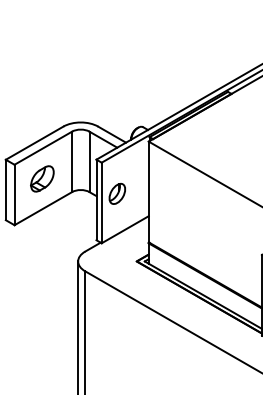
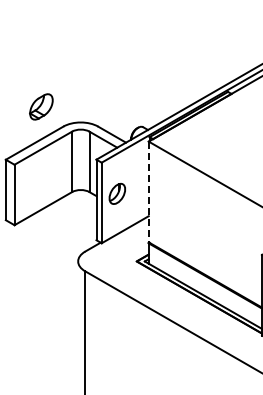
part at (42, 178) position: (42, 178) -> (41, 106)
line at (148, 192): solid -> dashed
line at (78, 326): present -> none
